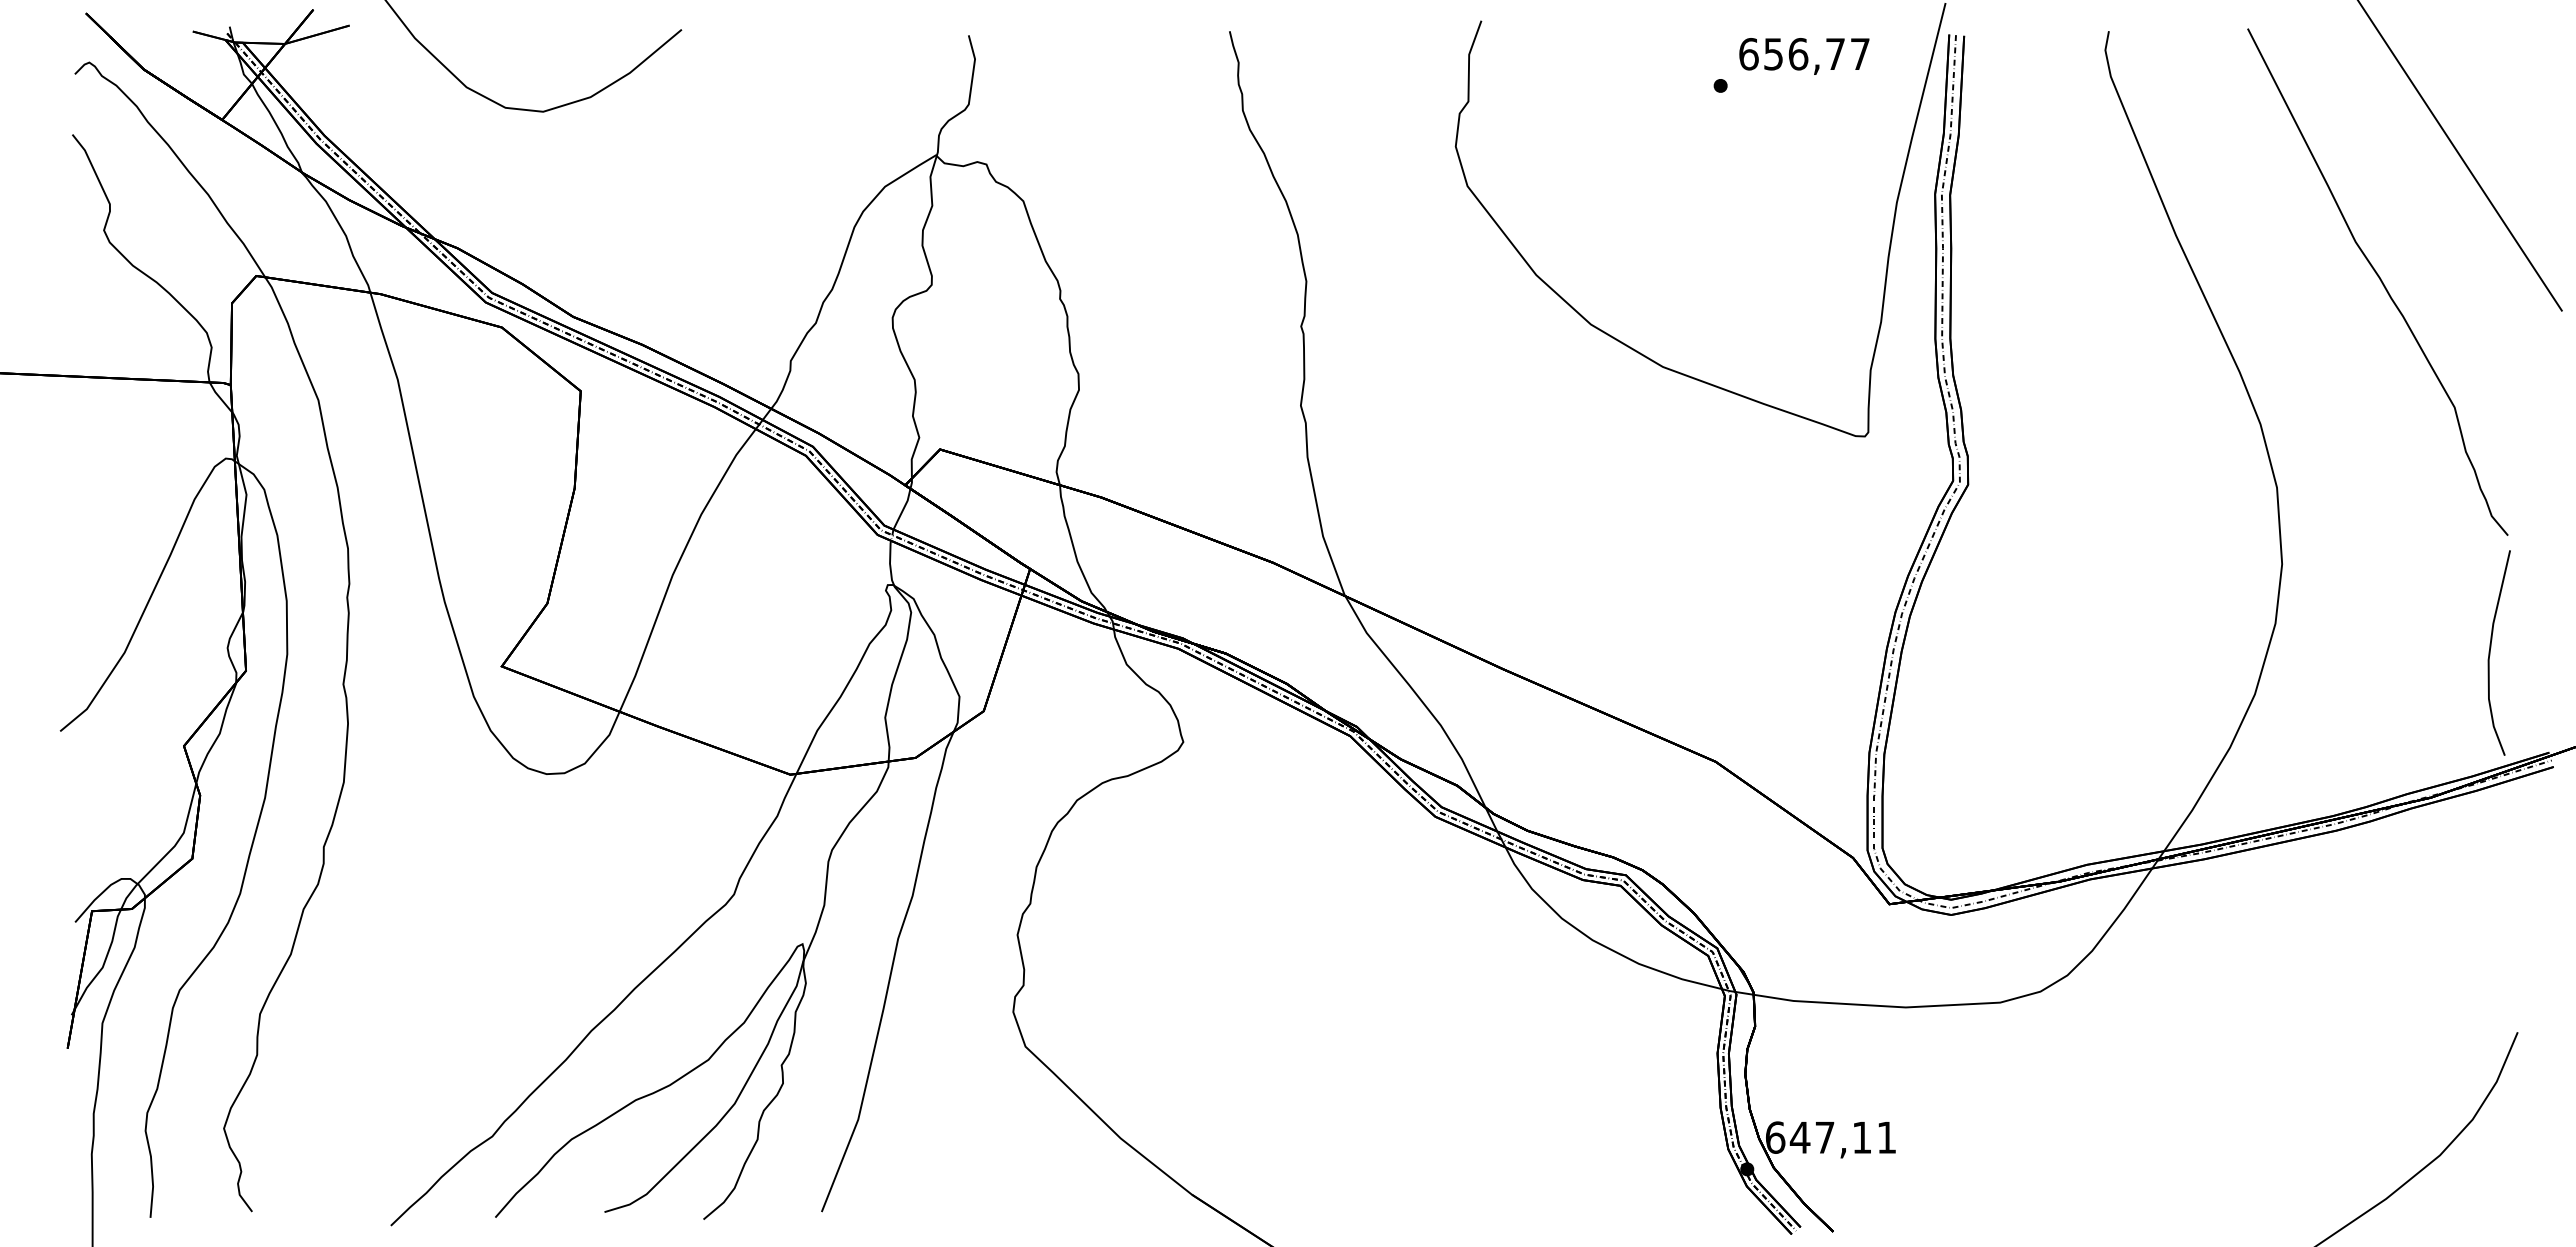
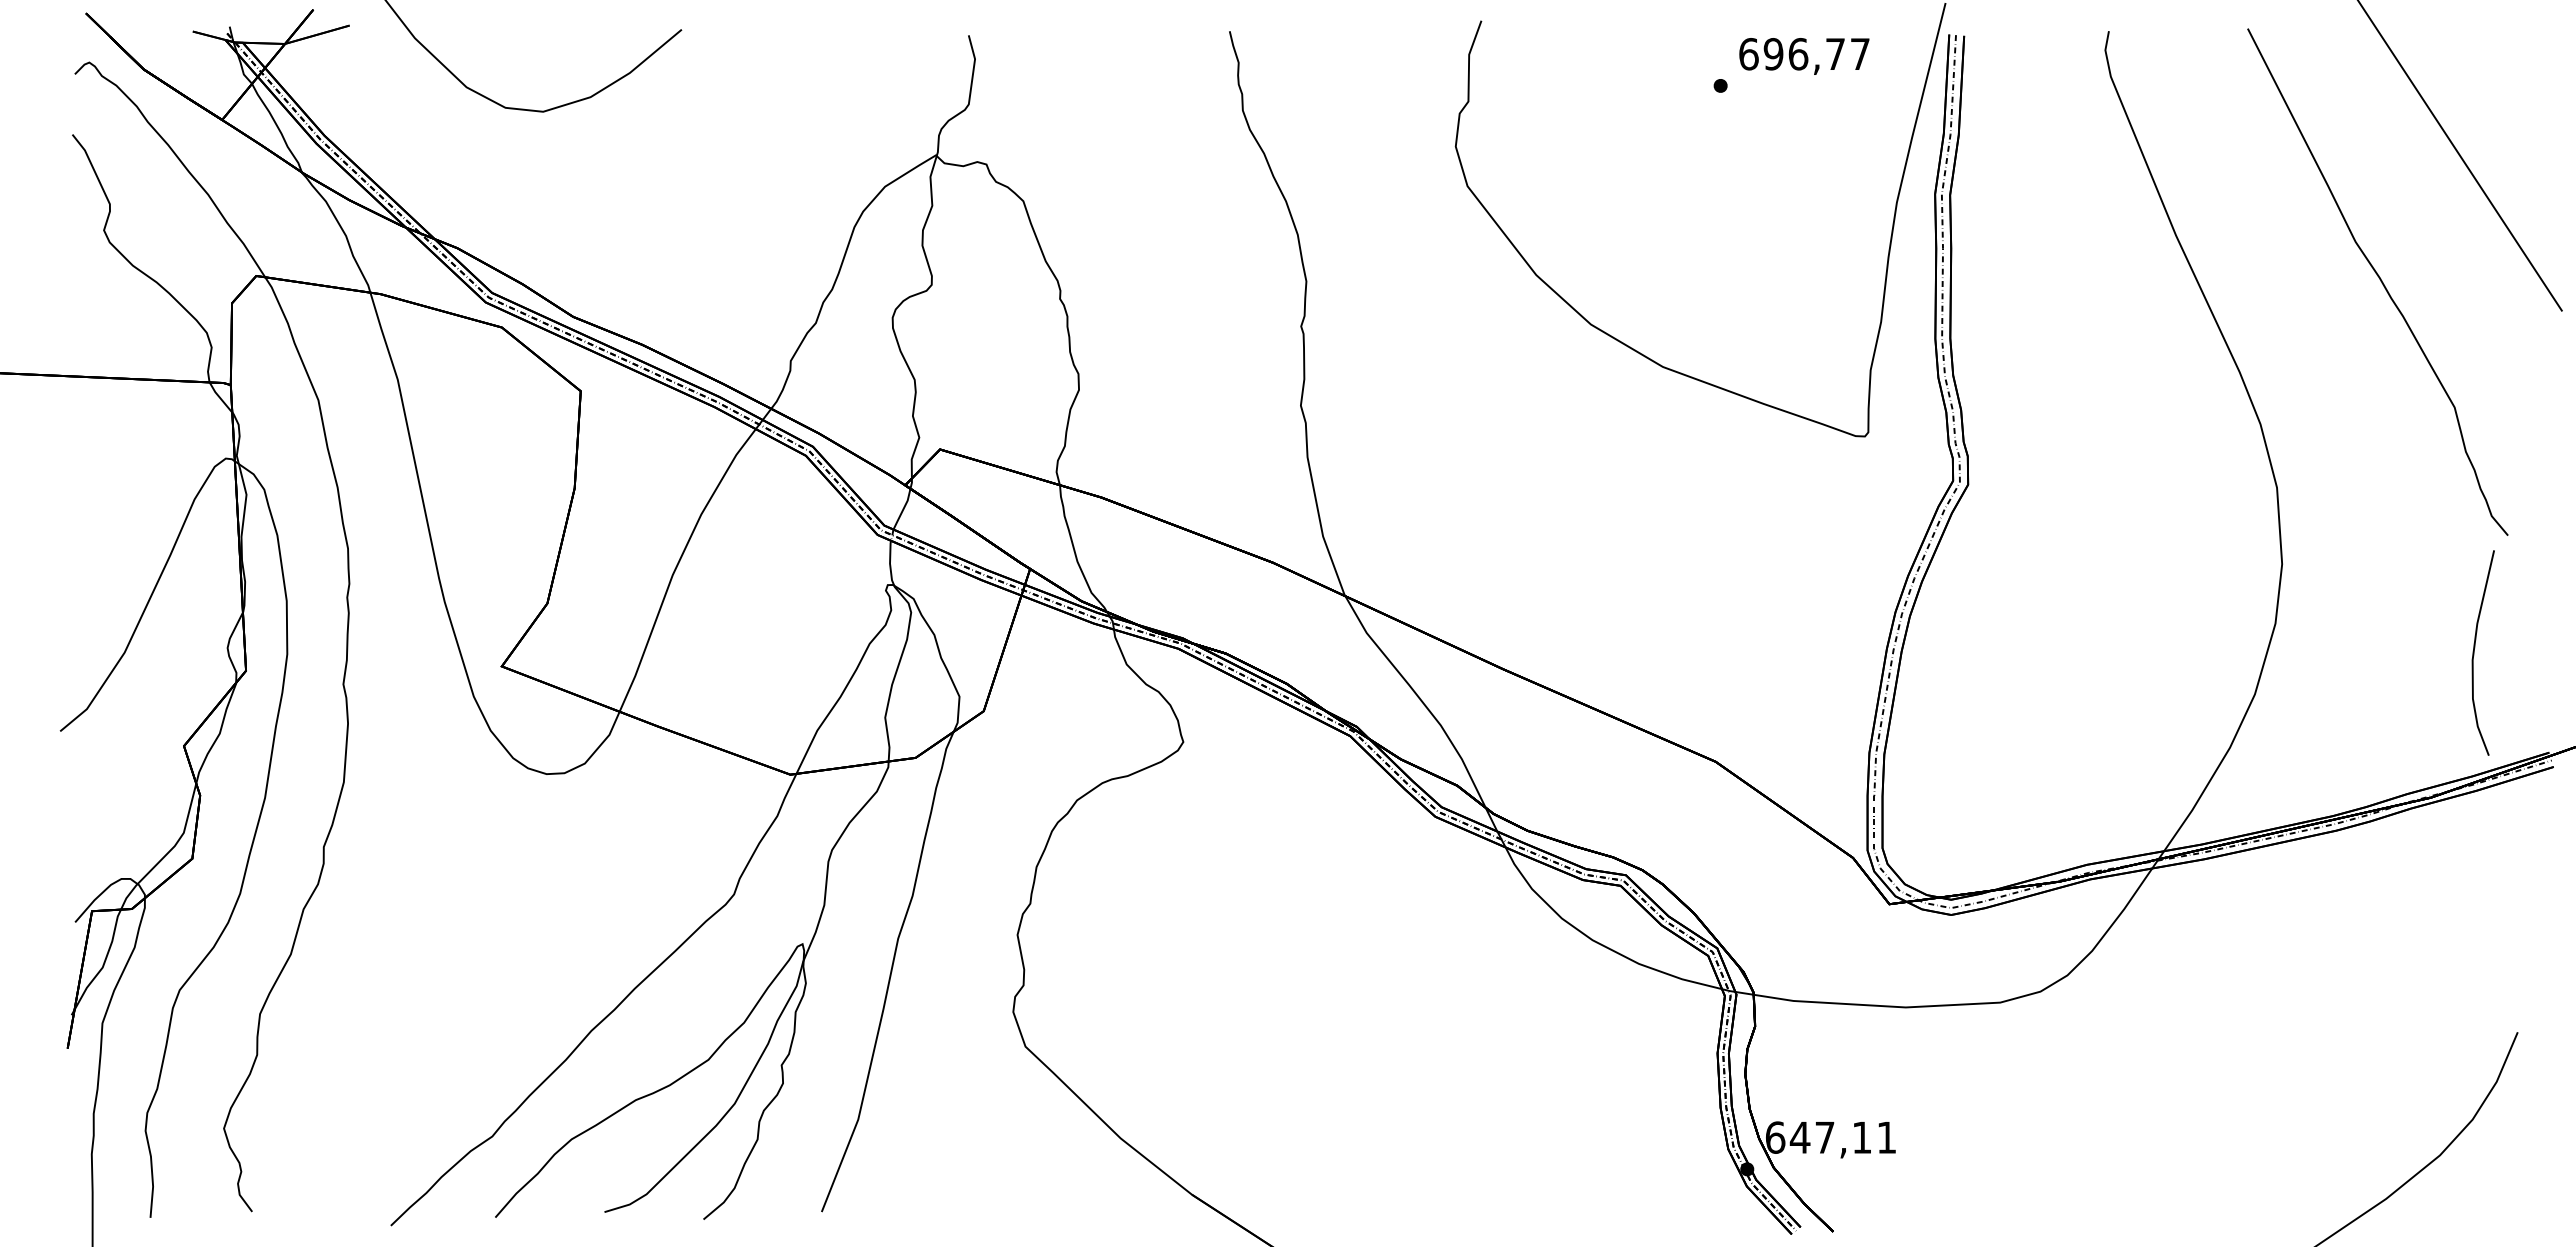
text at (1773, 54): 656,77 -> 696,77
curve at (2490, 652) position: (2490, 652) -> (2474, 652)
